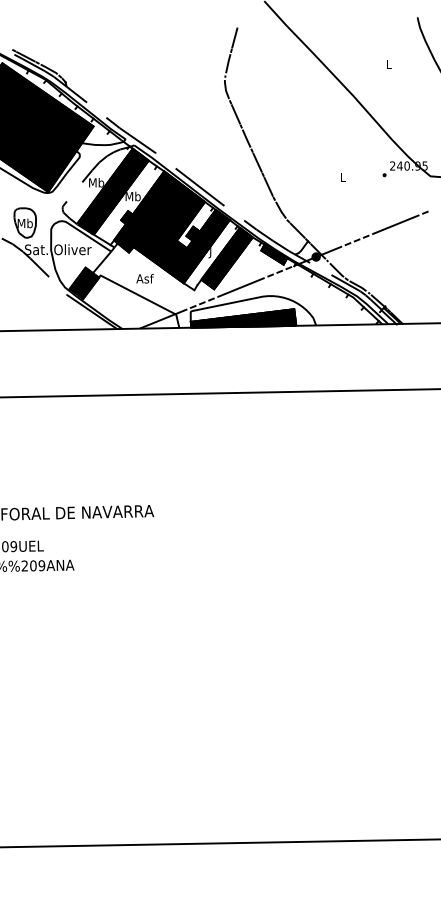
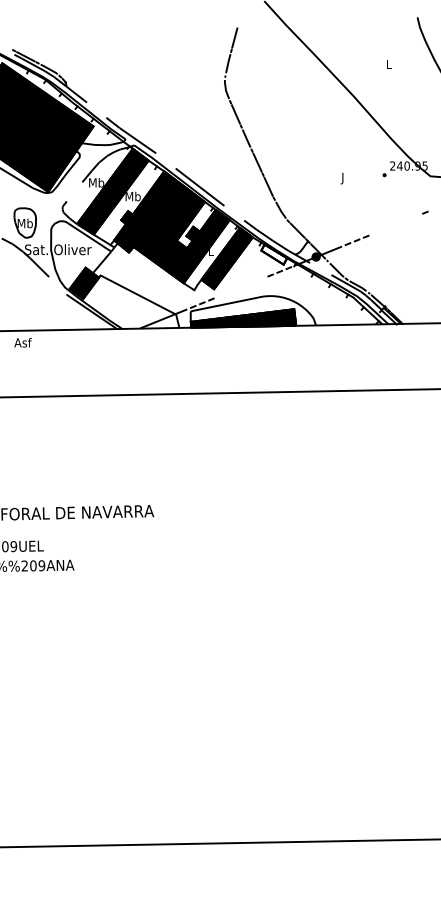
text at (342, 178): L -> J
line at (395, 224): present -> none
text at (210, 252): J -> L
fill at (274, 254): present -> none
text at (144, 278) position: (144, 278) -> (22, 342)
line at (240, 287): present -> none
